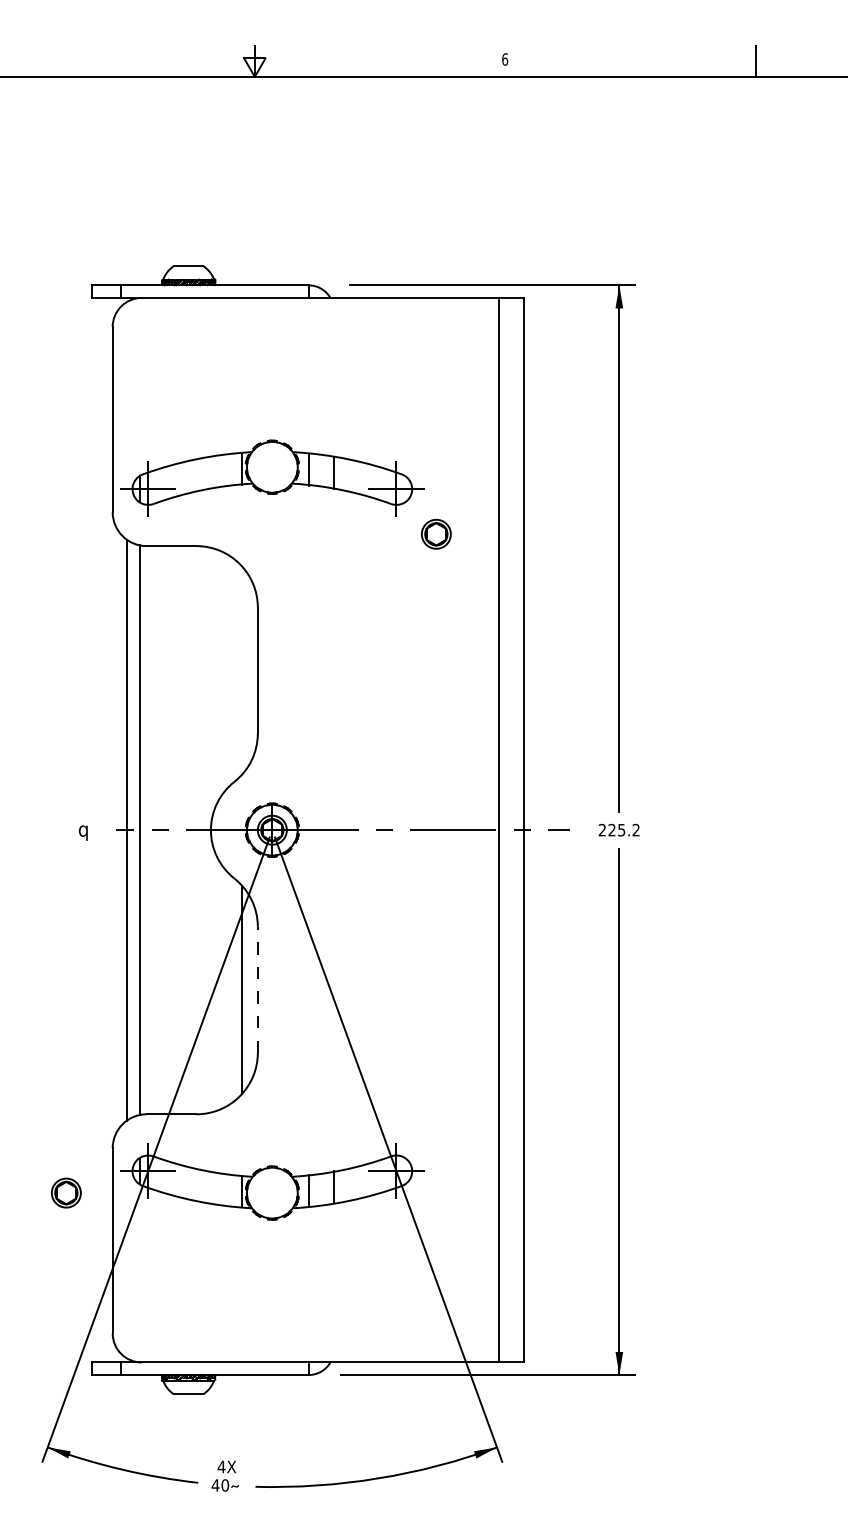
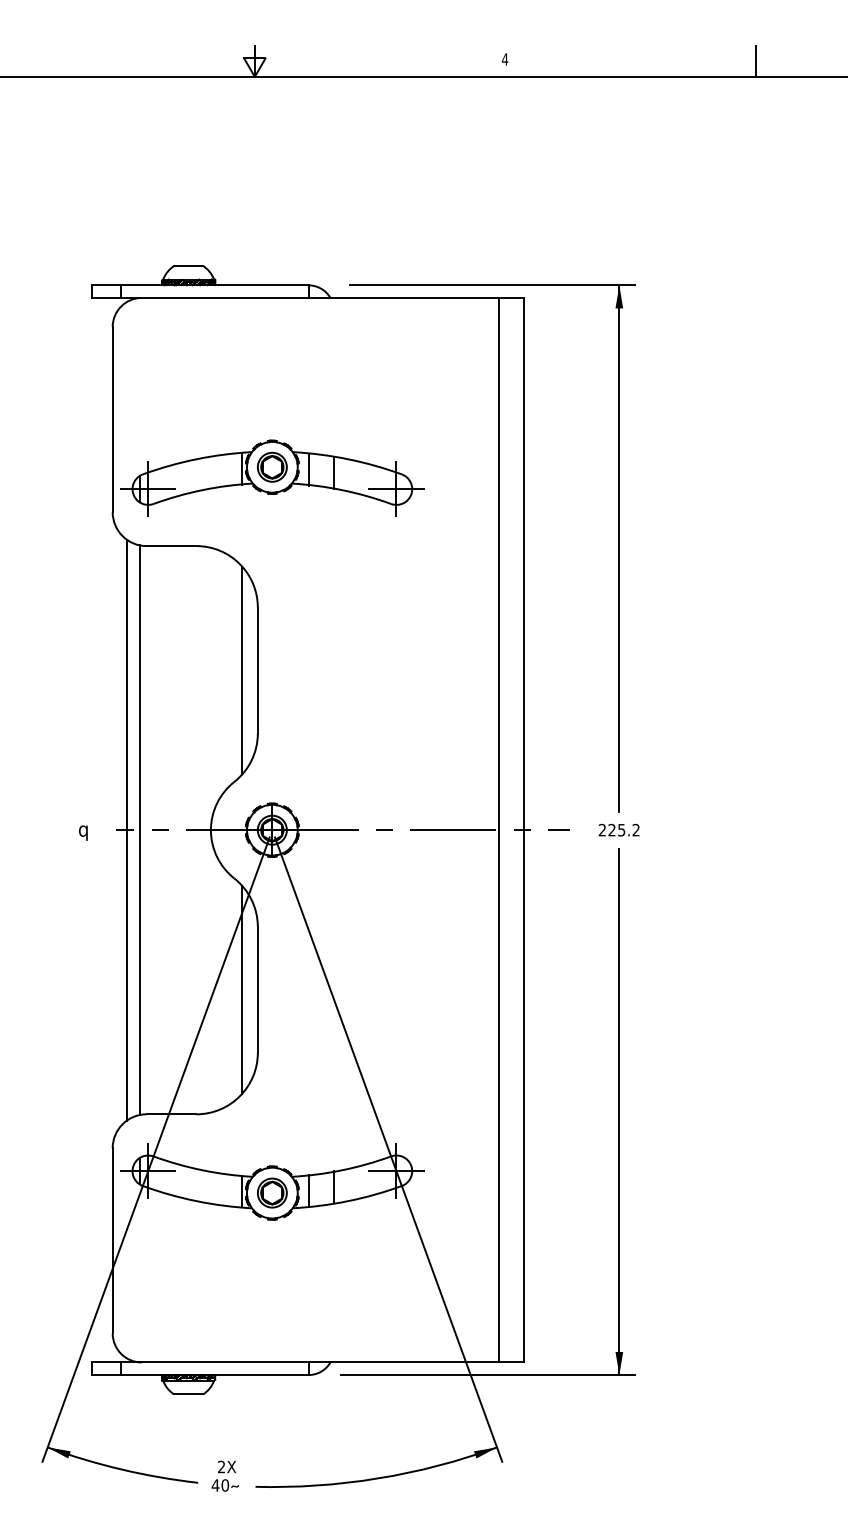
text at (504, 59): 6 -> 4
part at (436, 533) position: (436, 533) -> (272, 466)
line at (241, 670): none -> present
line at (257, 989): dashed -> solid
part at (66, 1192) position: (66, 1192) -> (272, 1192)
text at (221, 1466): 4X -> 2X
